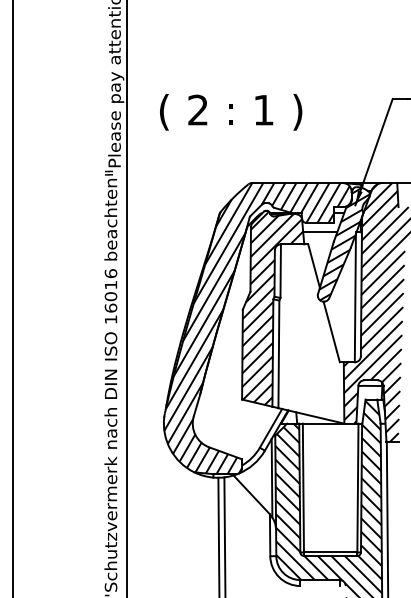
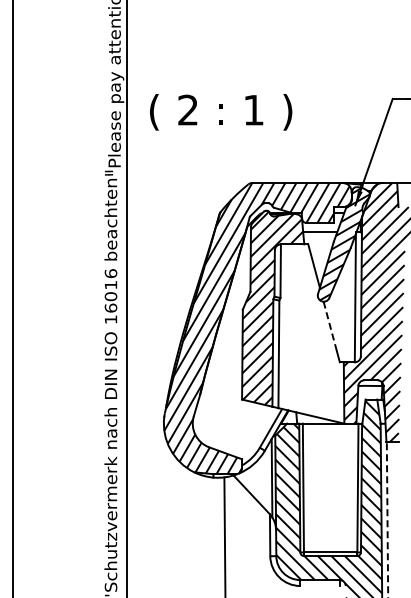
text at (231, 112) position: (231, 112) -> (221, 112)
line at (330, 326): solid -> dashed
line at (387, 519): solid -> dashed
line at (218, 535): present -> none
